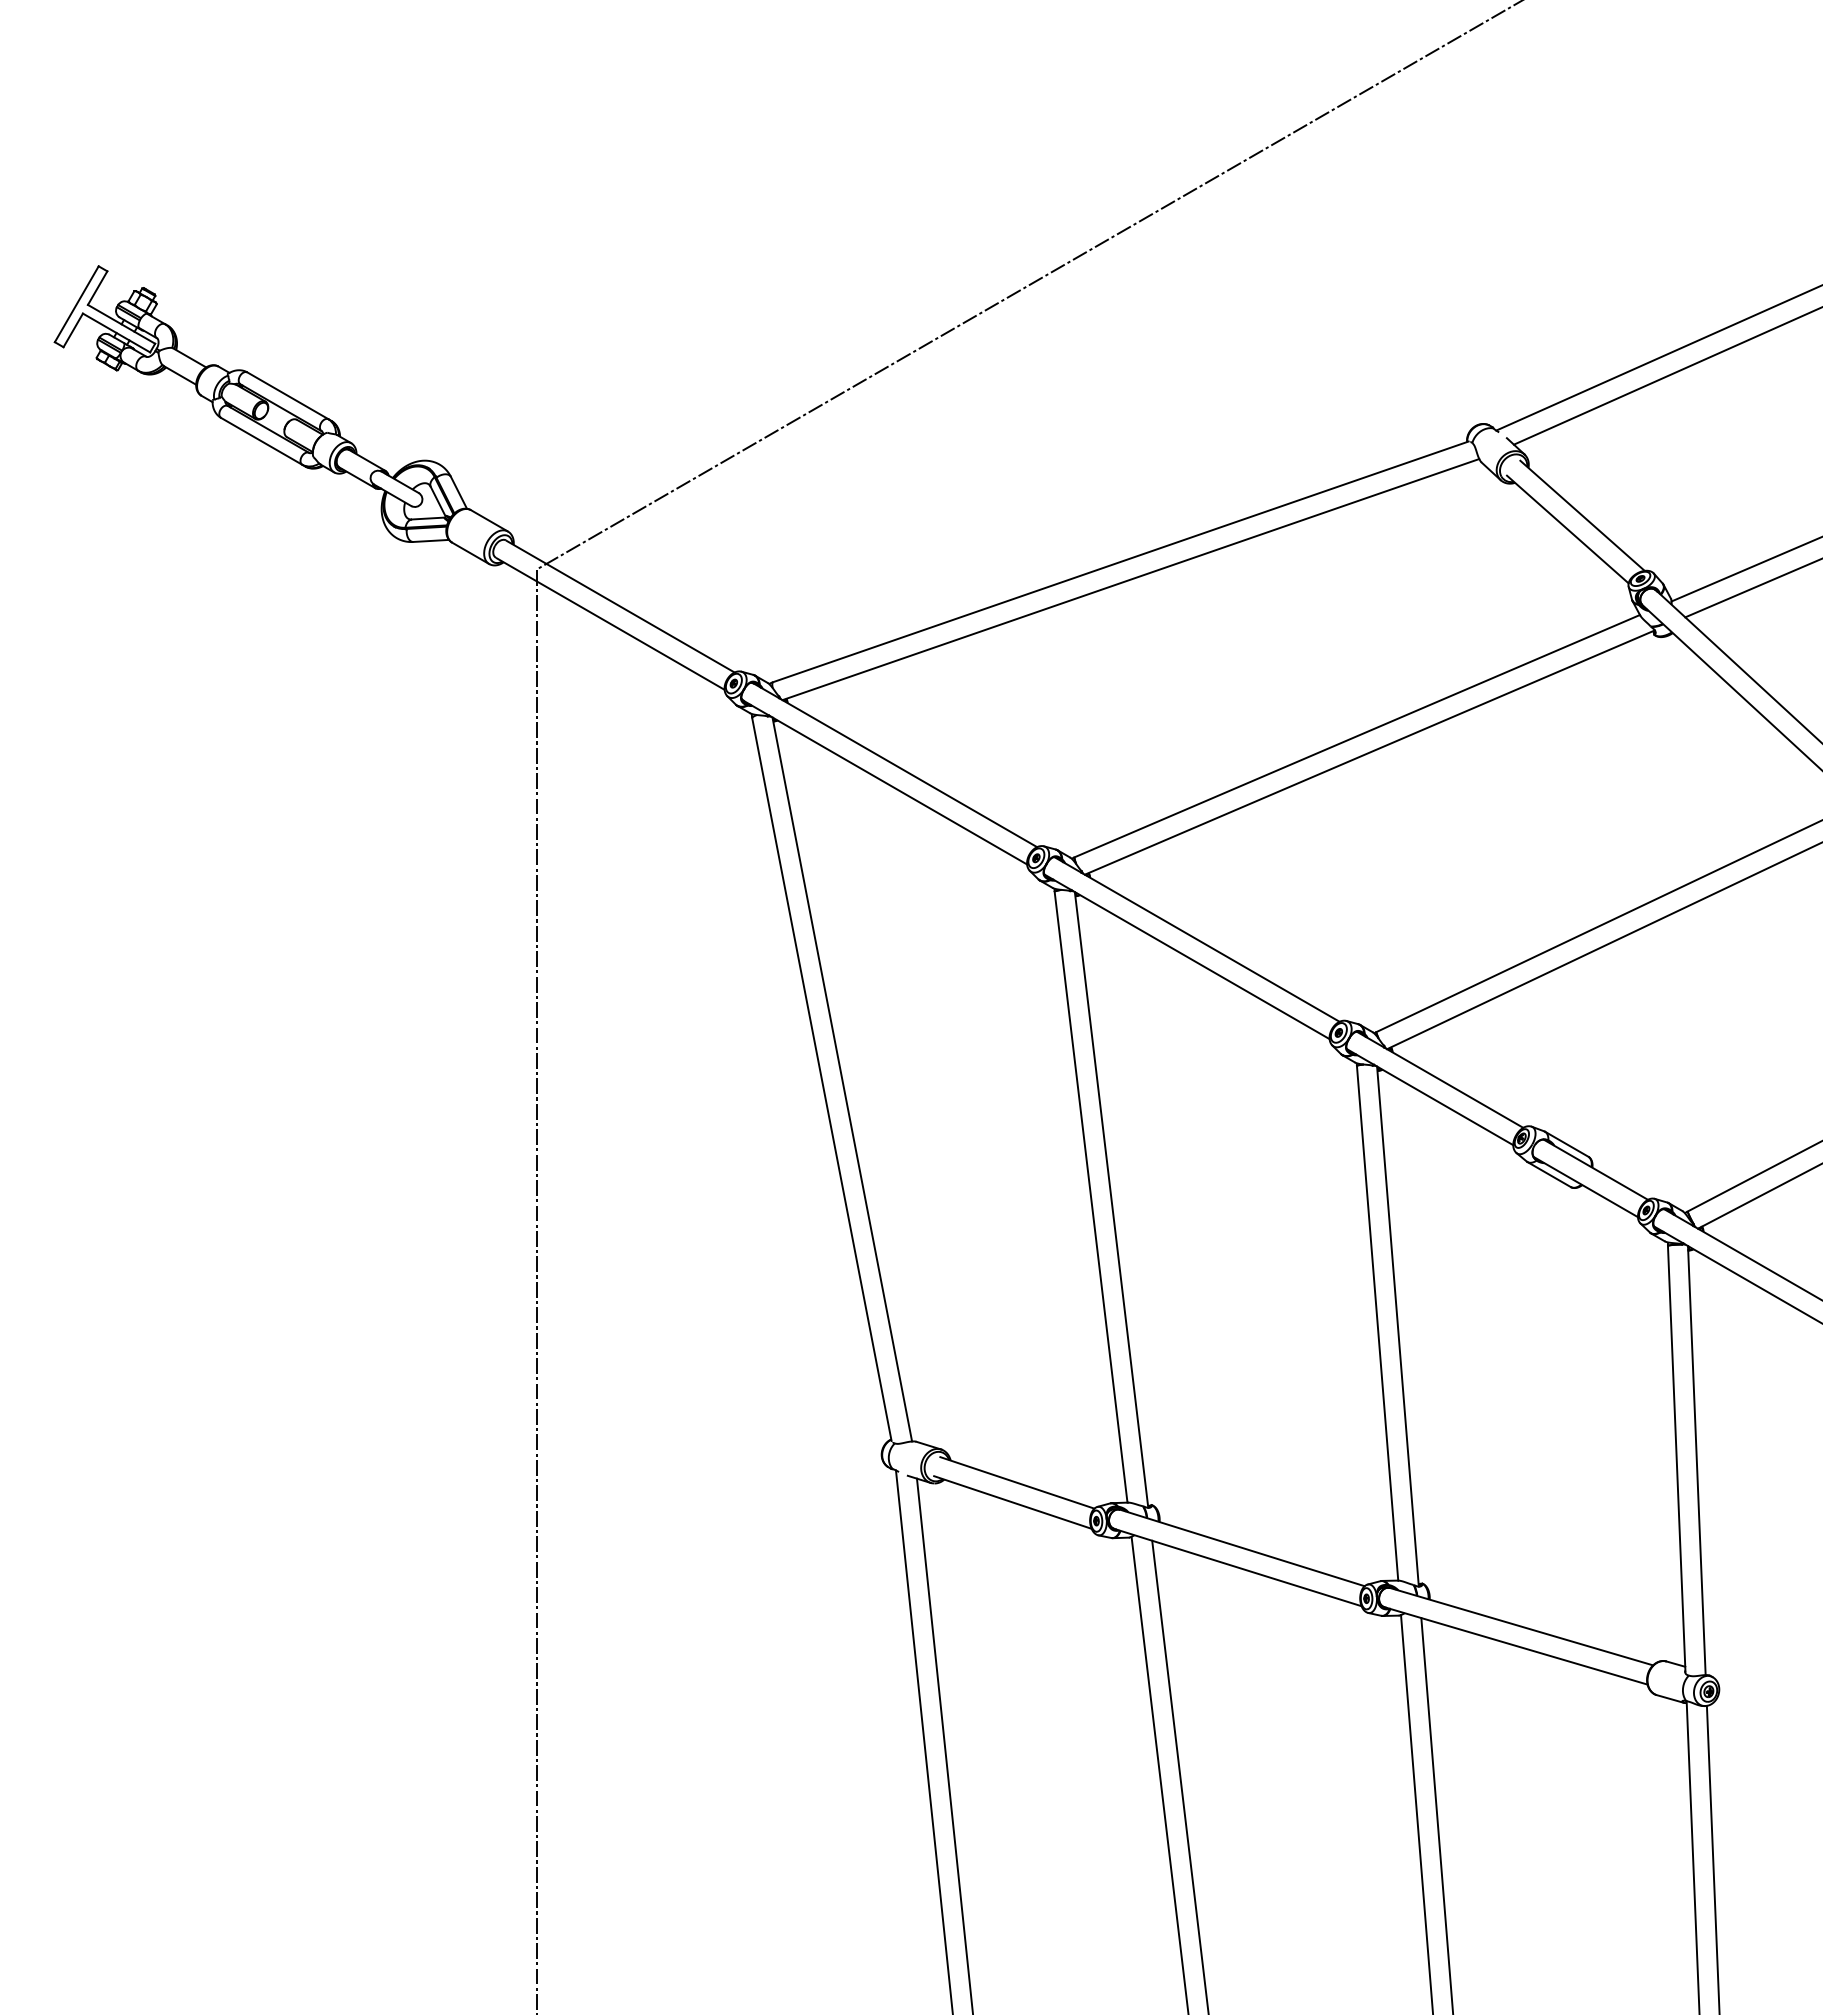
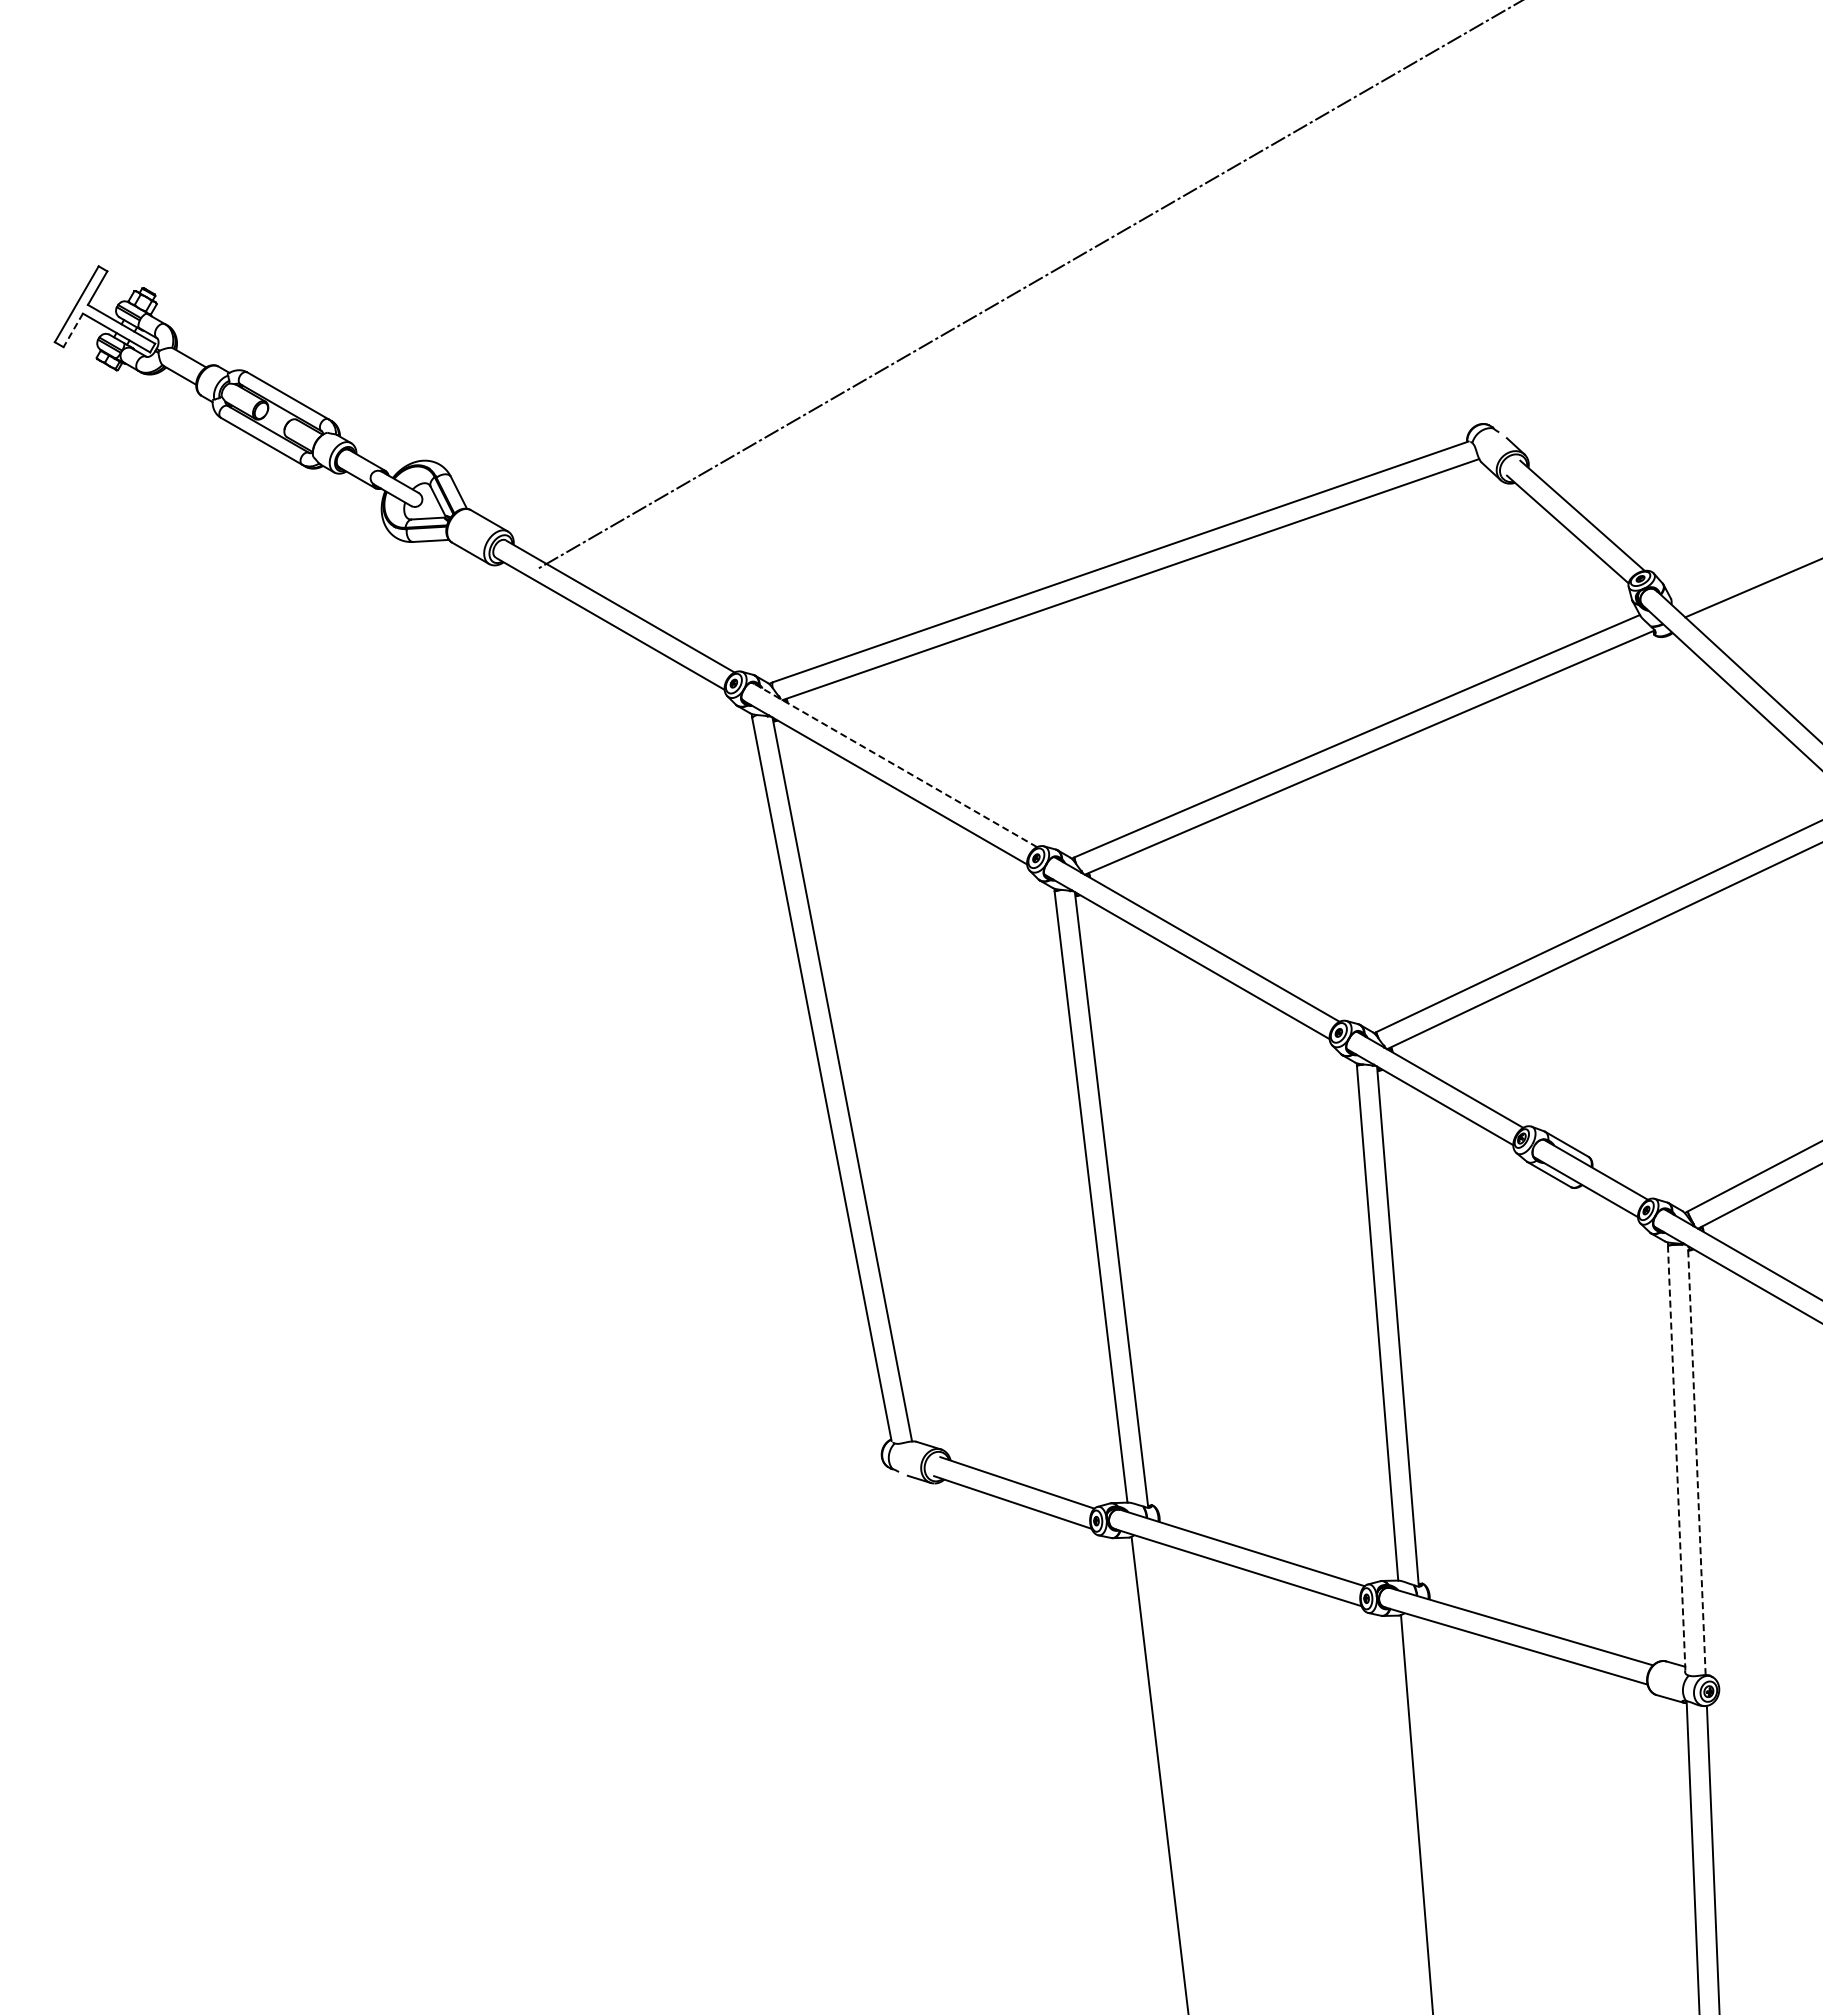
line at (73, 330): solid -> dashed
line at (1657, 358): present -> none
line at (1666, 376): present -> none
line at (1745, 569): present -> none
line at (895, 765): solid -> dashed
line at (536, 1290): present -> none
line at (1676, 1459): solid -> dashed
line at (1696, 1460): solid -> dashed
line at (923, 1740): present -> none
line at (944, 1744): present -> none
line at (1180, 1775): present -> none
line at (1436, 1814): present -> none
